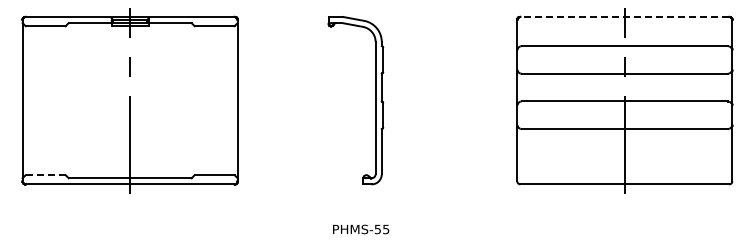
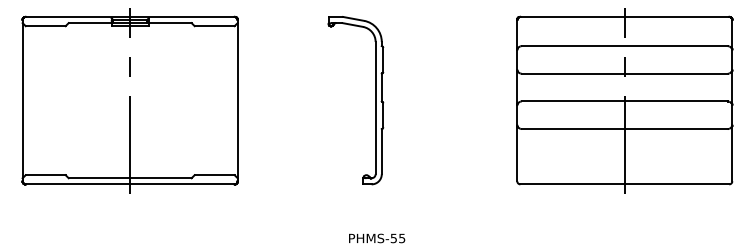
line at (624, 16): dashed -> solid
line at (45, 175): dashed -> solid
text at (361, 229) position: (361, 229) -> (377, 238)
